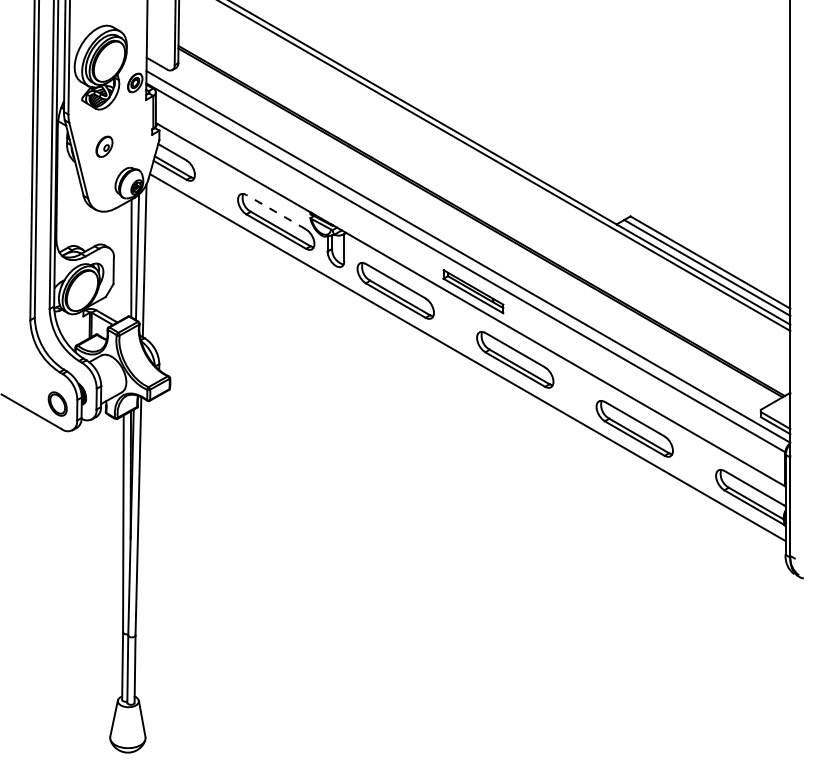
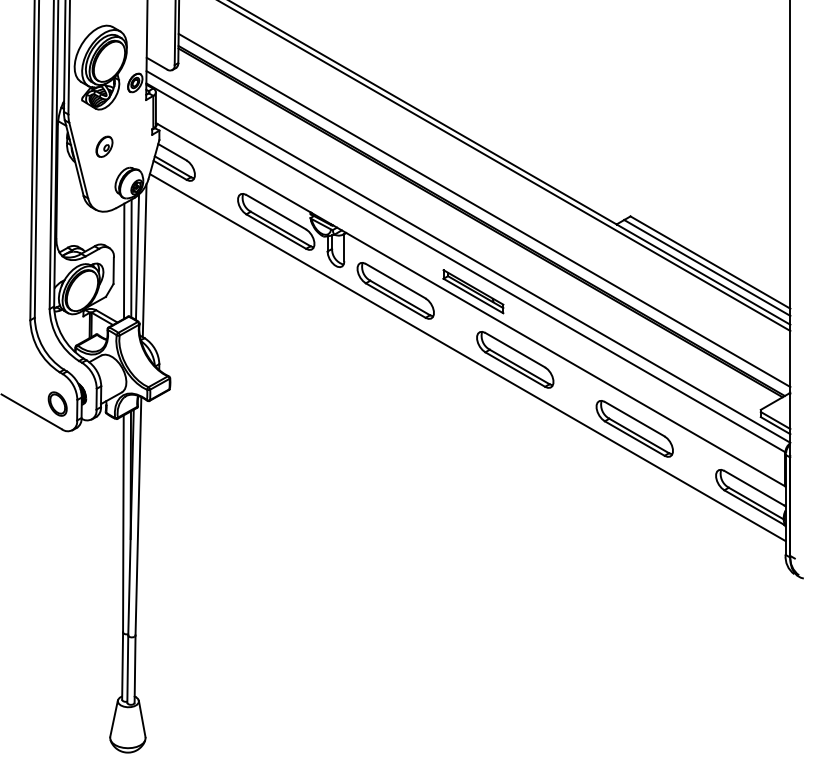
line at (484, 210): none -> present
line at (275, 211): dashed -> solid
line at (124, 260): none -> present
